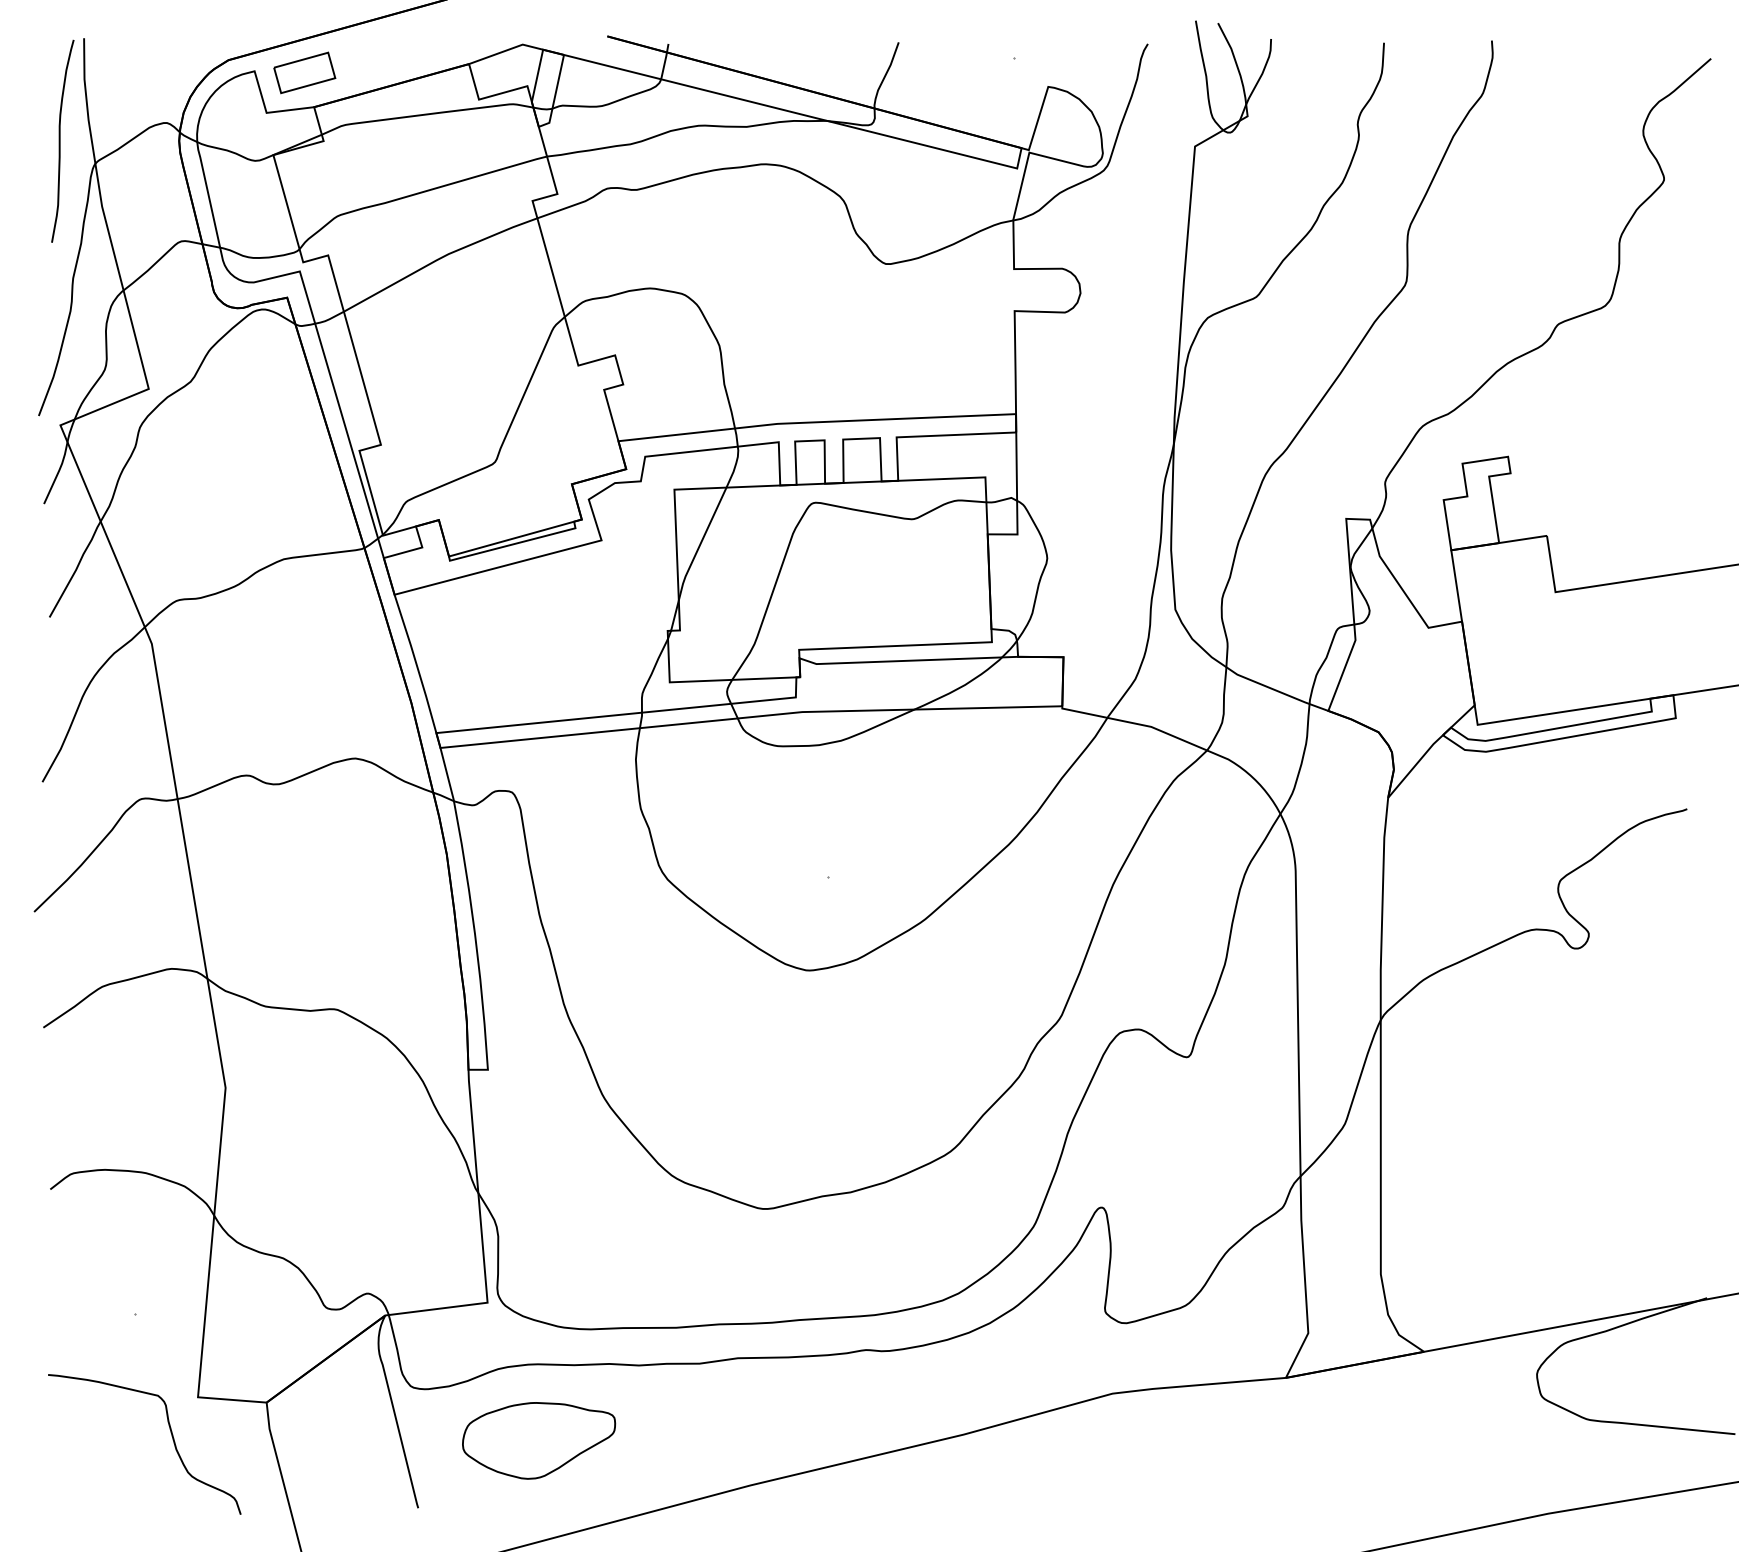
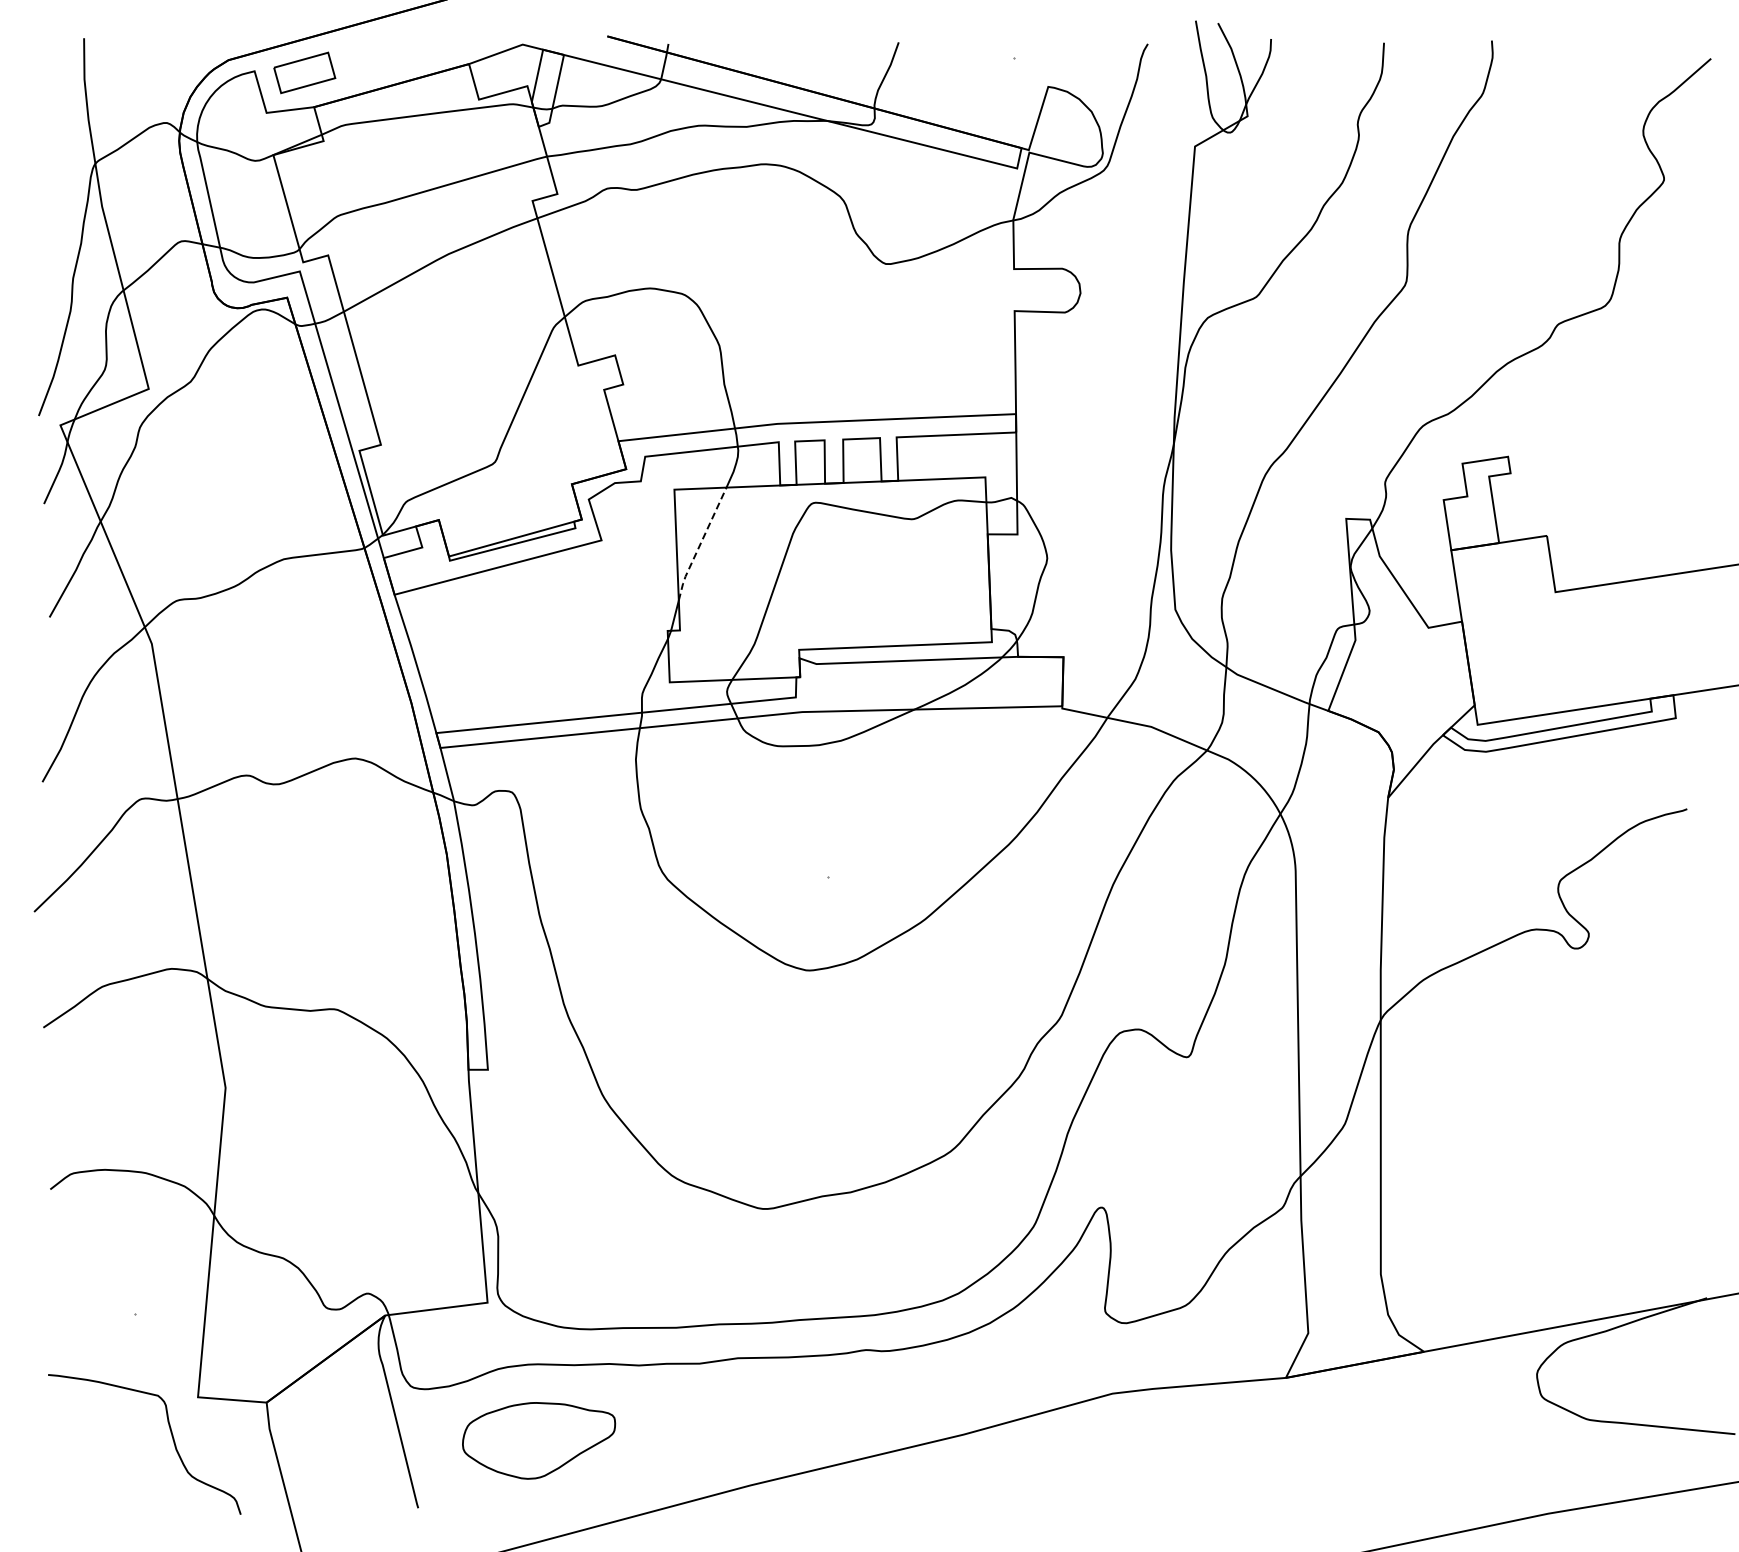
curve at (60, 140): present -> none
line at (700, 544): solid -> dashed
